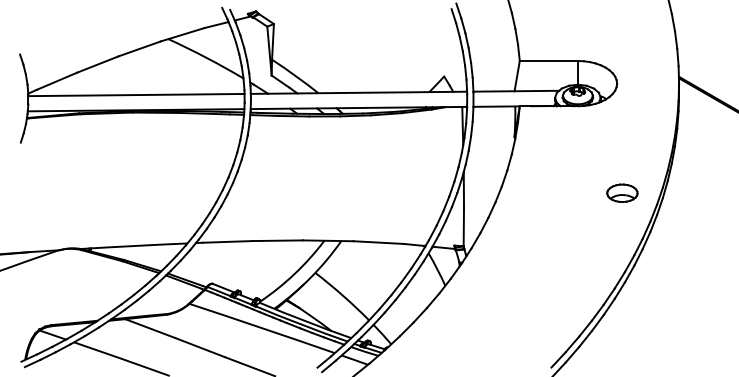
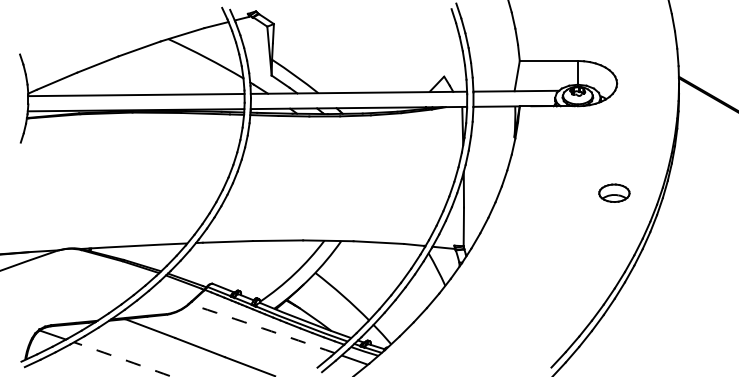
part at (622, 192) position: (622, 192) -> (614, 192)
arc at (262, 328): solid -> dashed
arc at (122, 359): solid -> dashed
